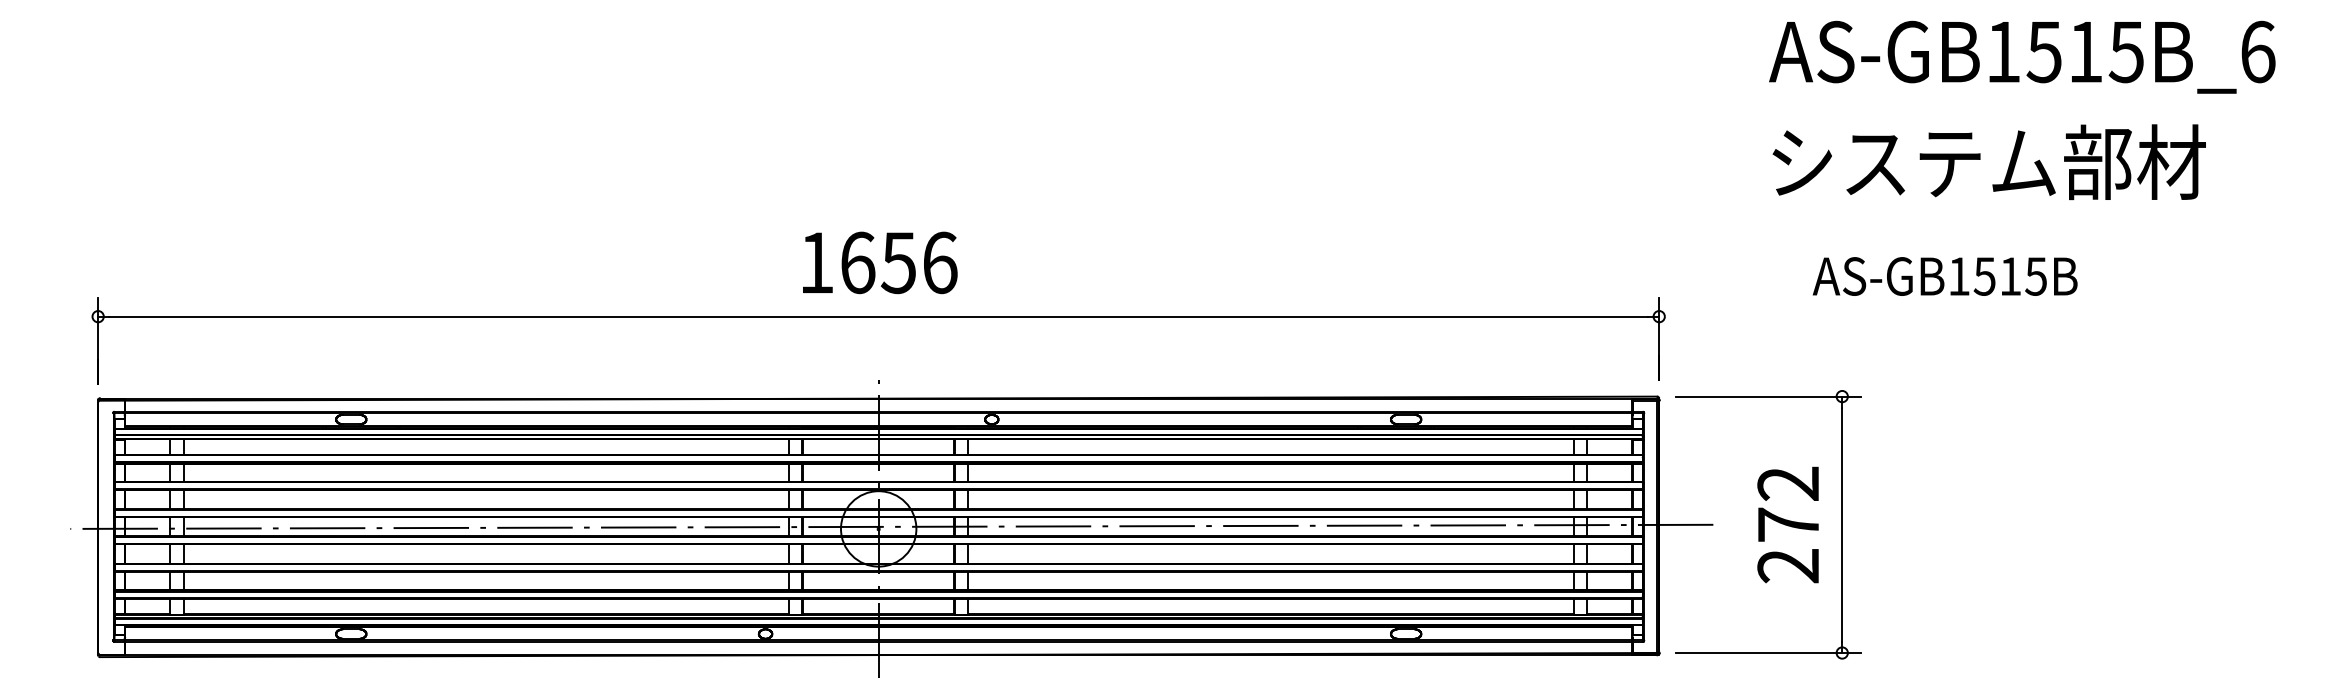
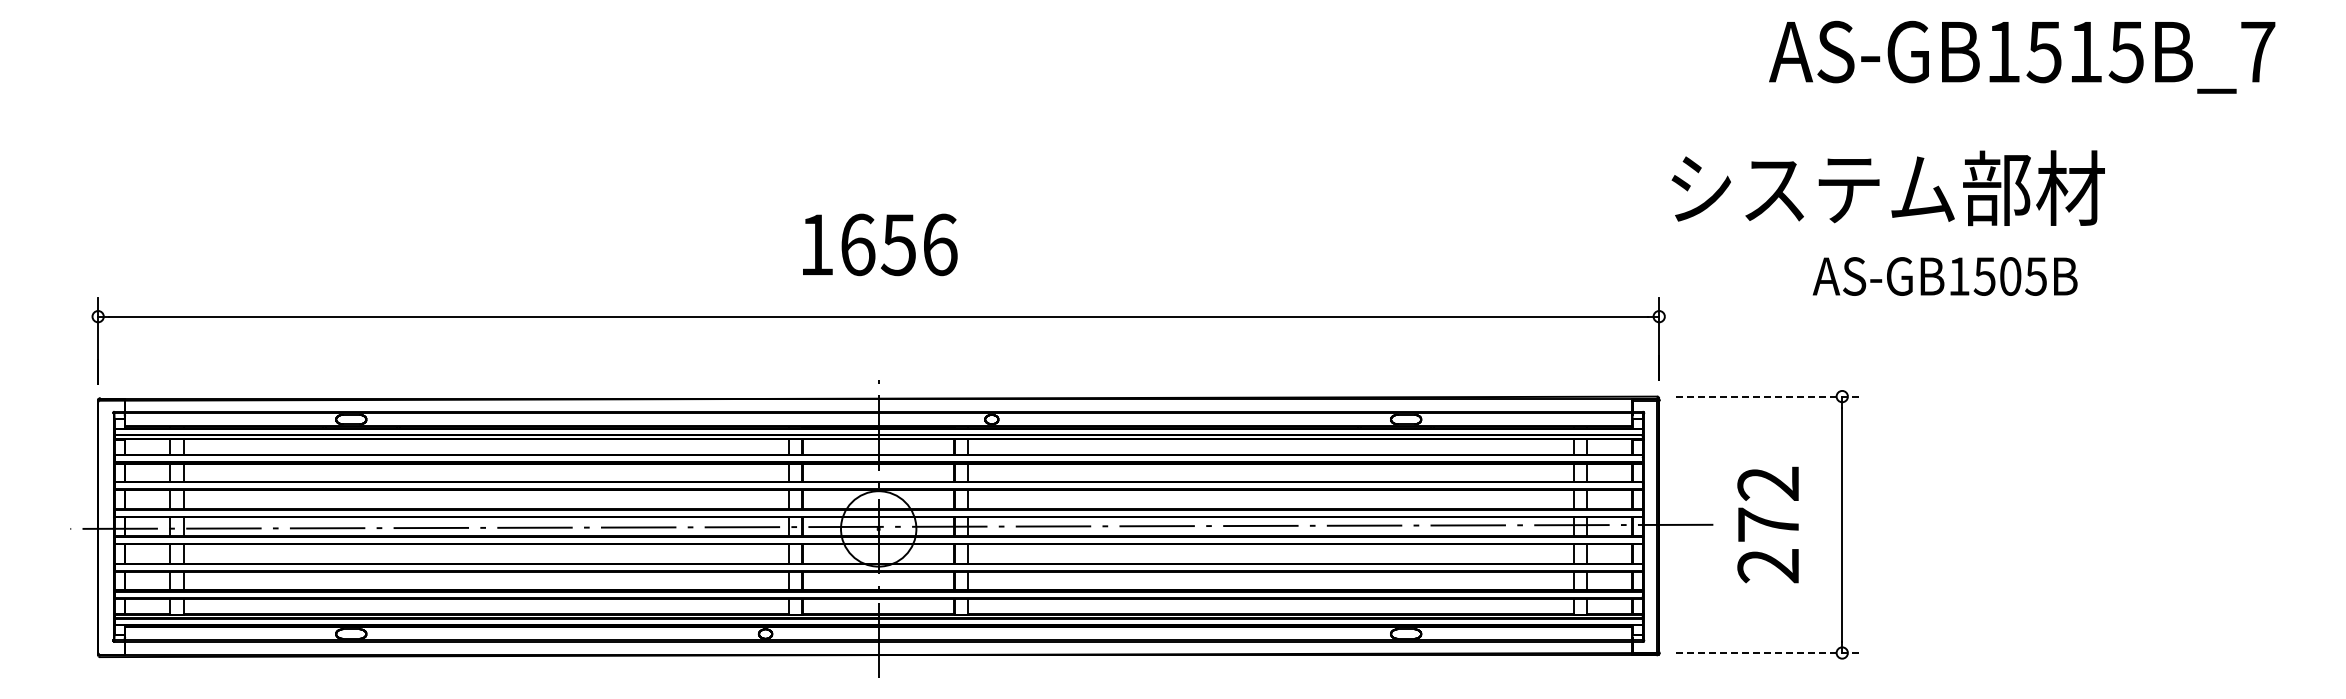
text at (2258, 51): AS-GB1515B_6 -> AS-GB1515B_7
text at (1988, 162) position: (1988, 162) -> (1887, 188)
text at (880, 262) position: (880, 262) -> (880, 244)
text at (2010, 276): AS-GB1515B -> AS-GB1505B
line at (1769, 396): solid -> dashed
text at (1787, 524) position: (1787, 524) -> (1767, 524)
line at (1769, 653): solid -> dashed
